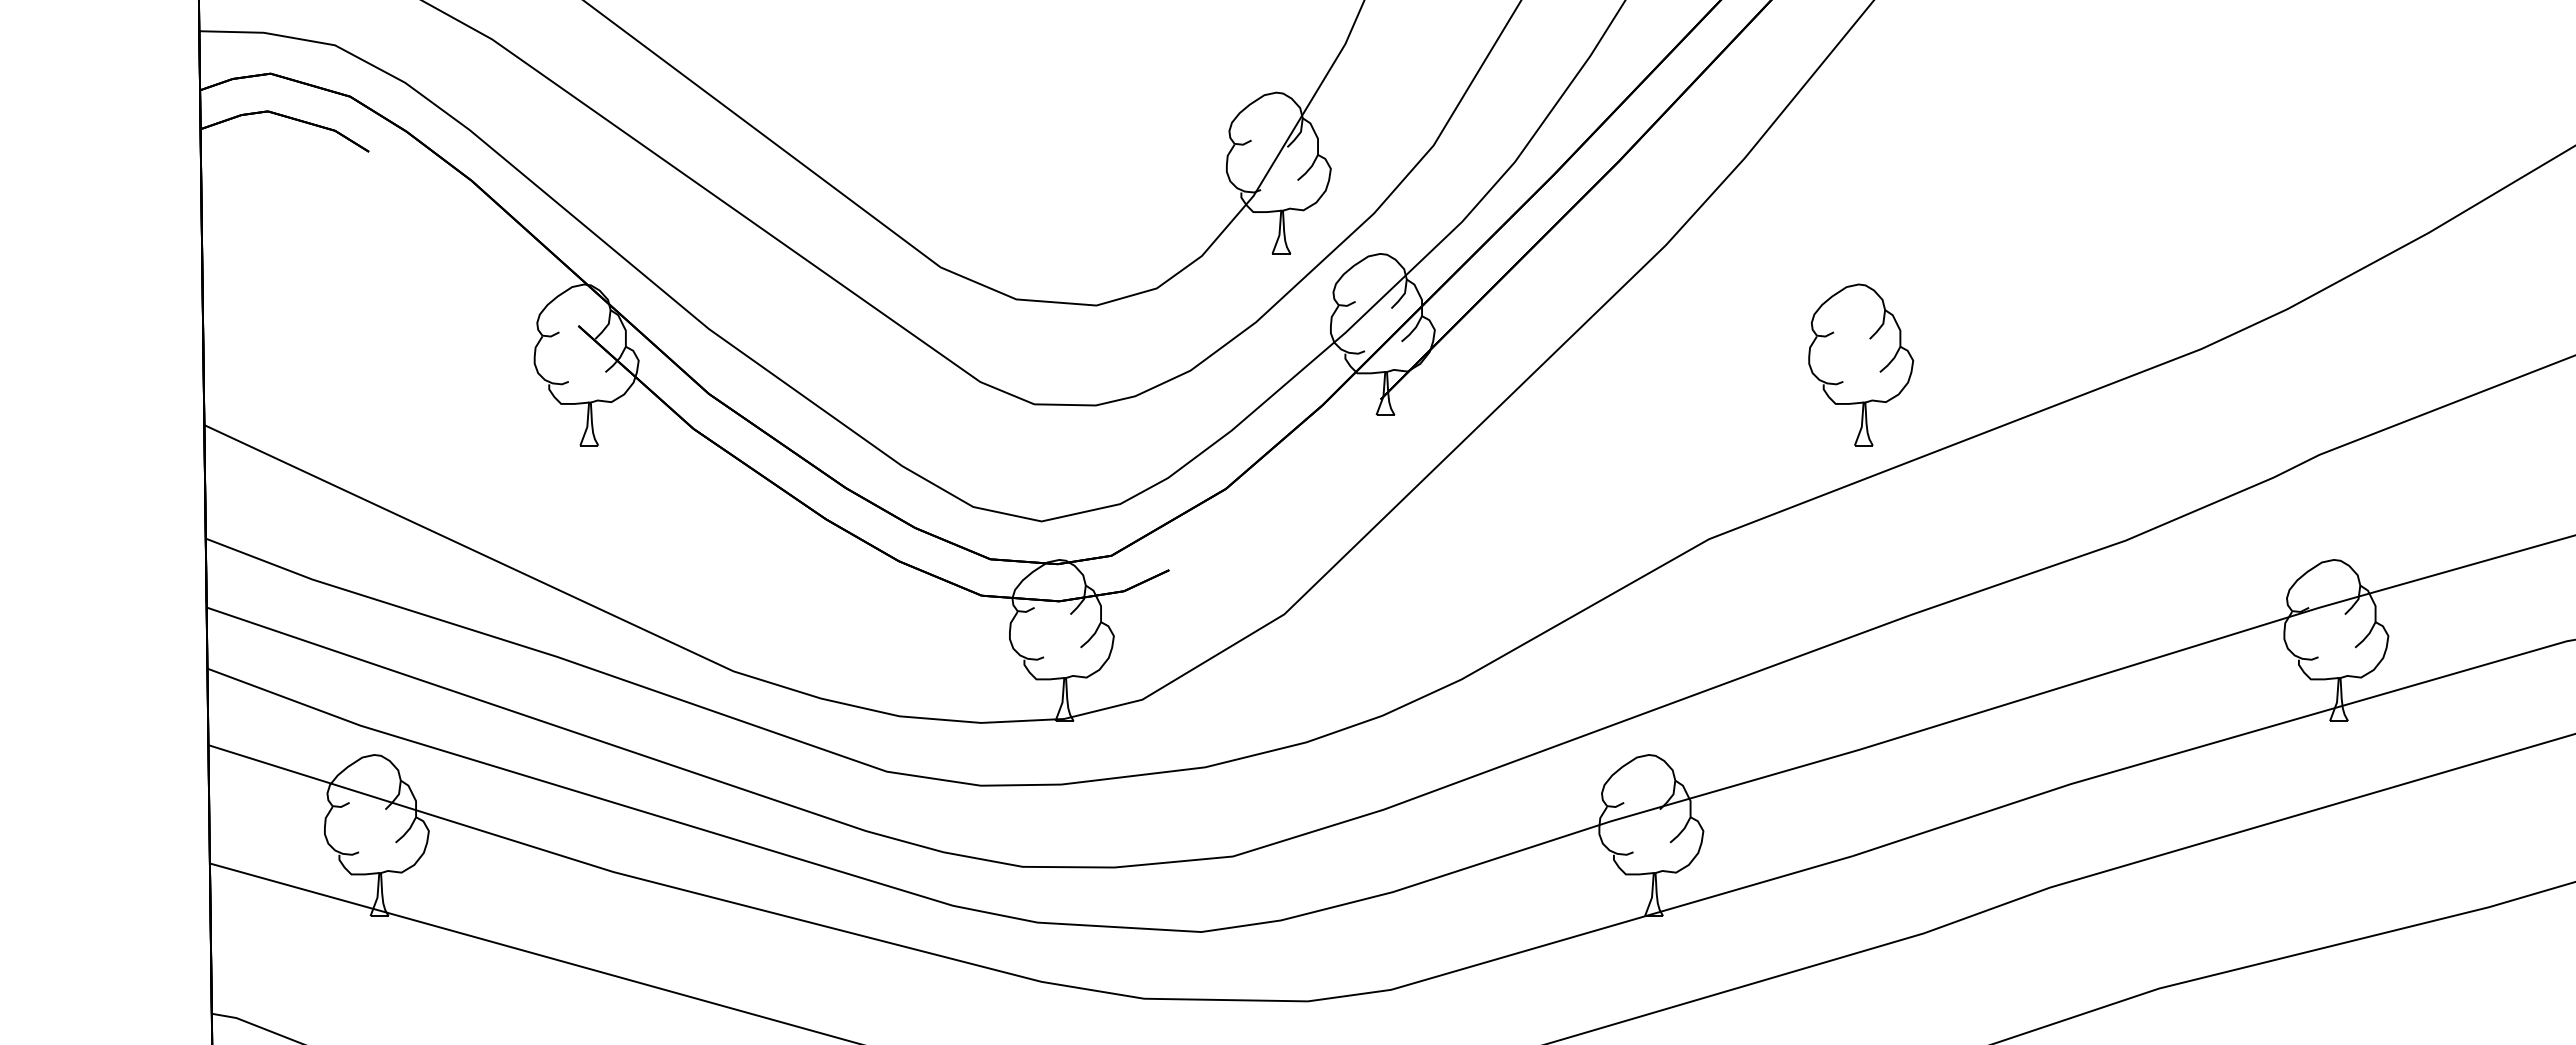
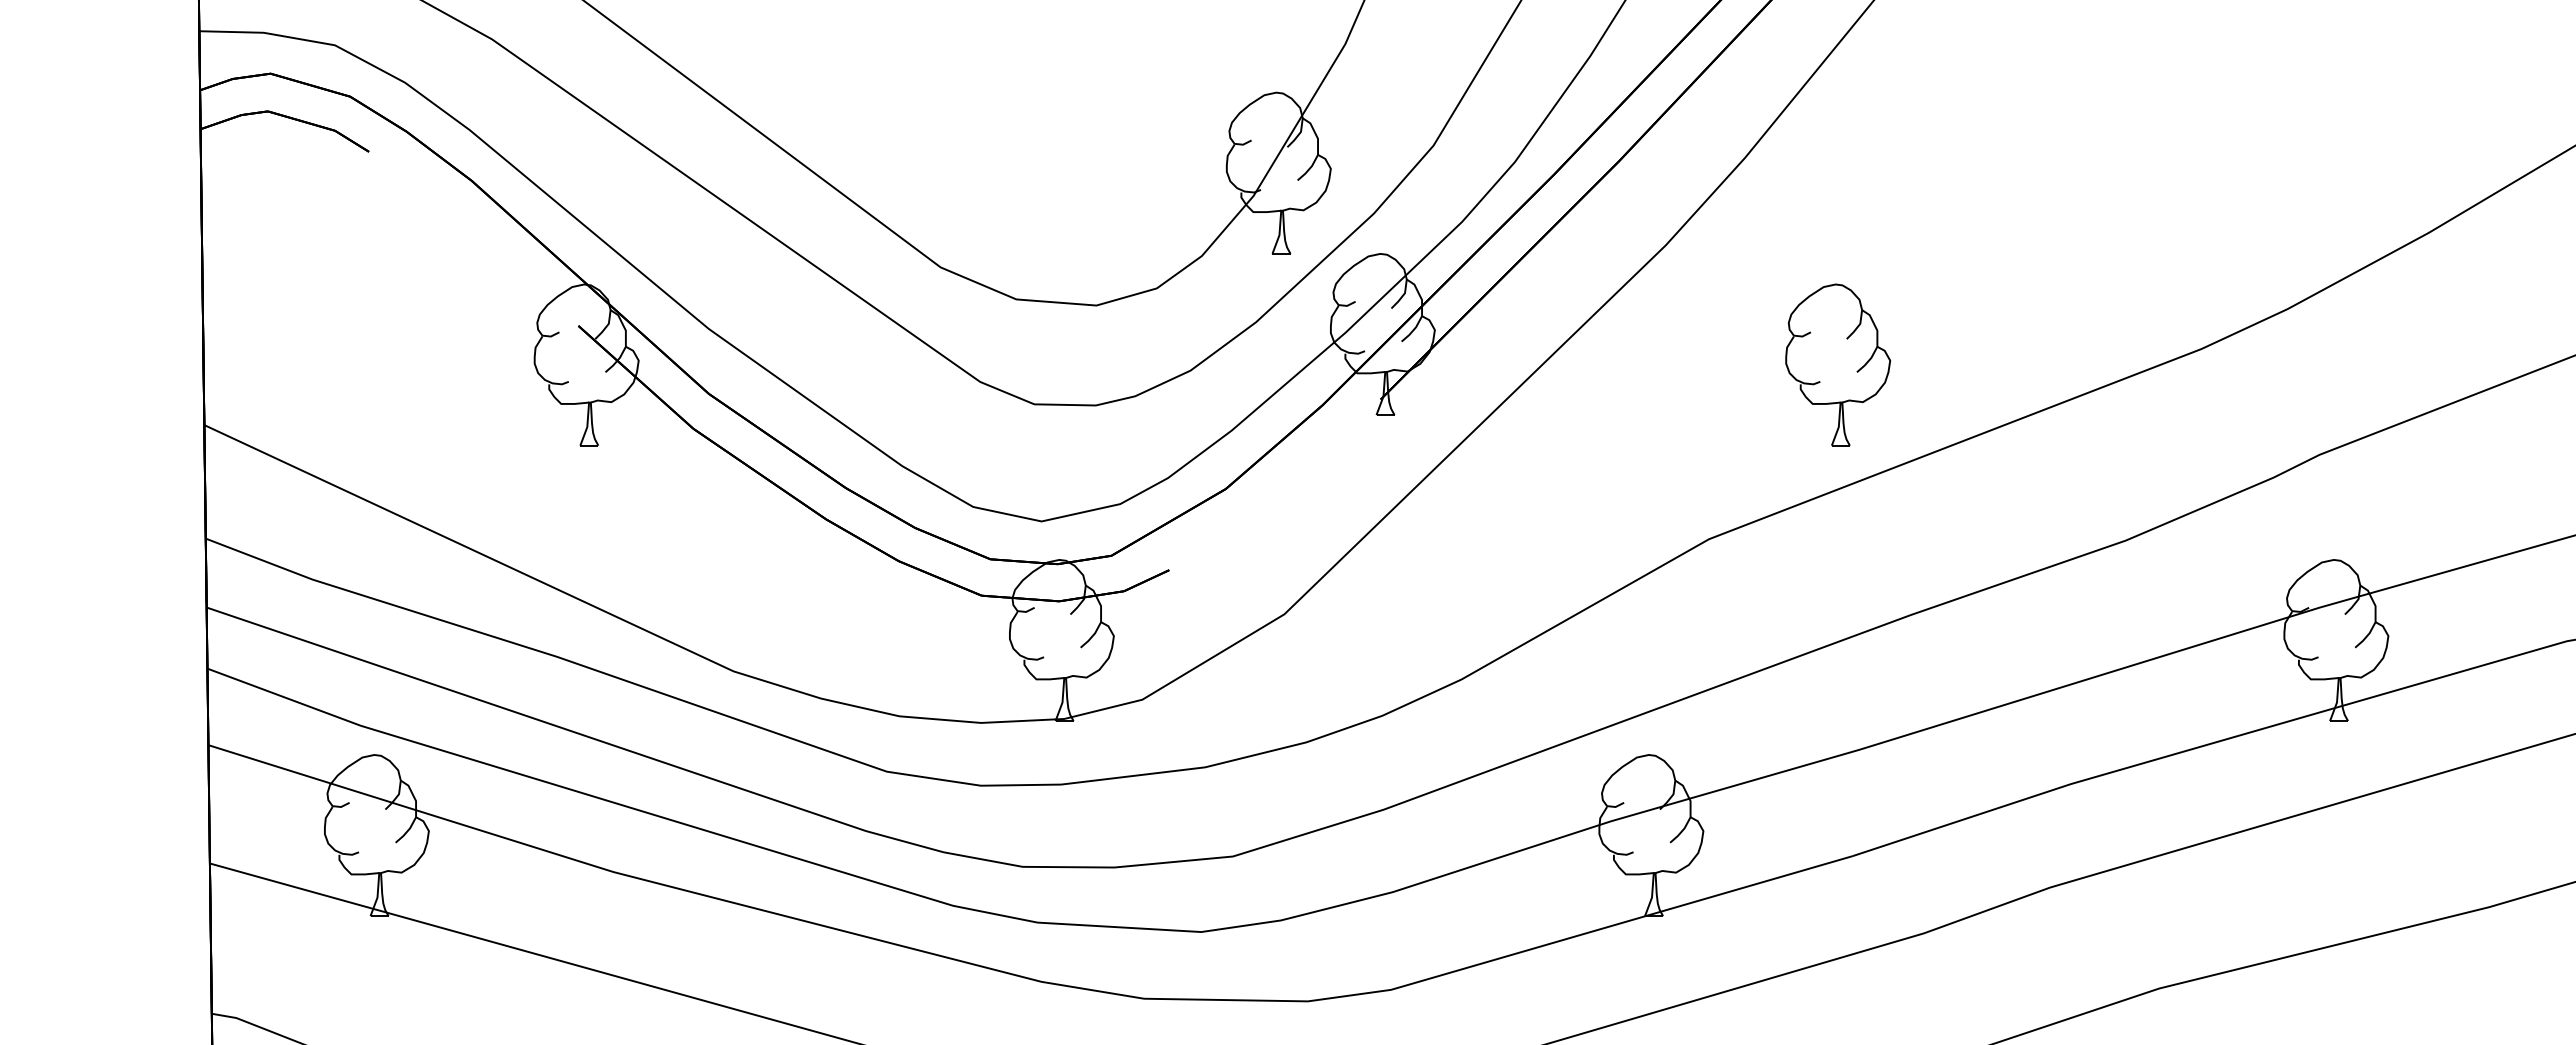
part at (1861, 364) position: (1861, 364) -> (1838, 364)
